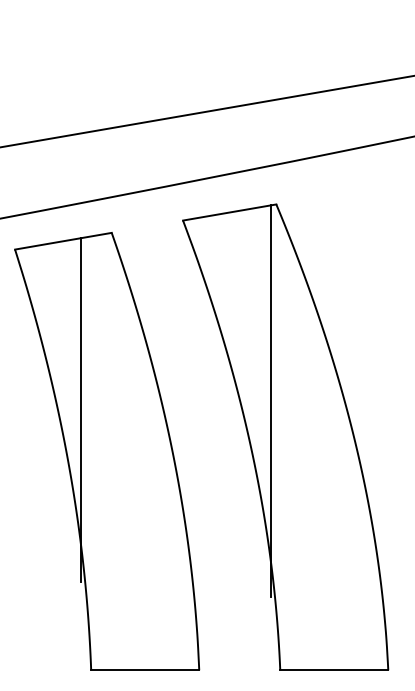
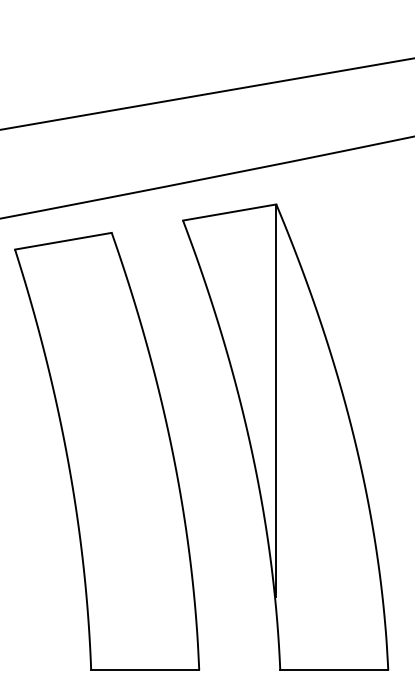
line at (206, 111) position: (206, 111) -> (206, 93)
line at (270, 401) position: (270, 401) -> (275, 401)
line at (81, 409): present -> none
